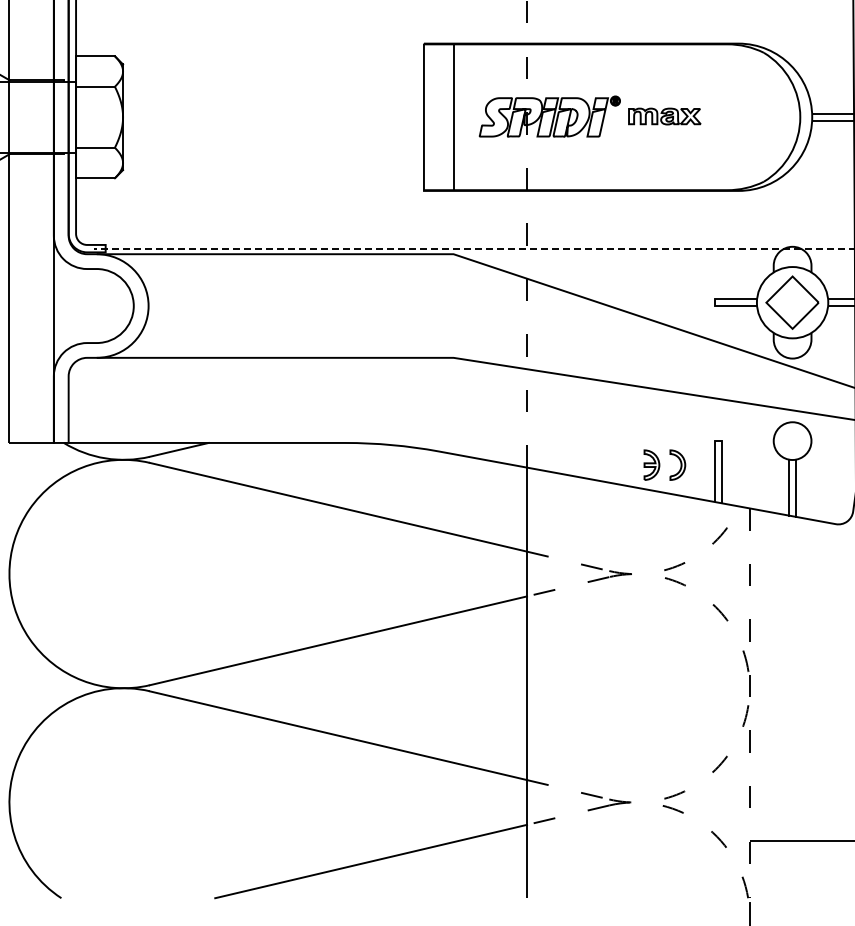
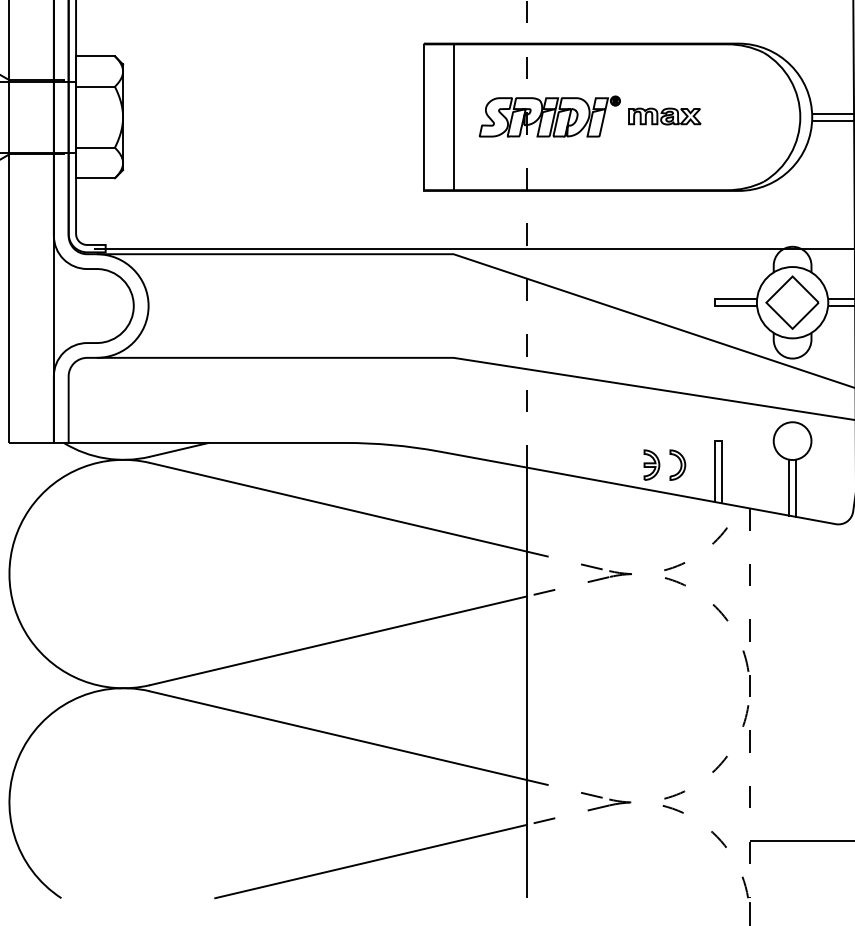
line at (473, 248): dashed -> solid
